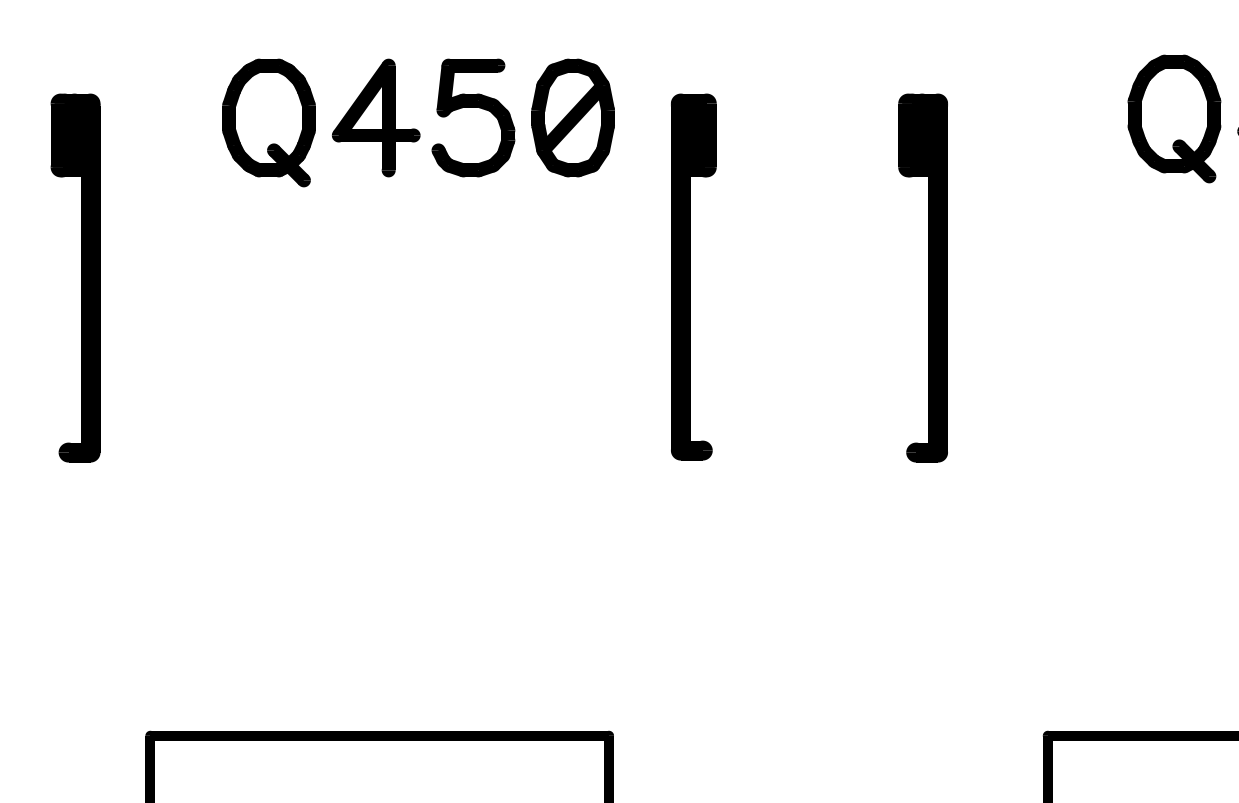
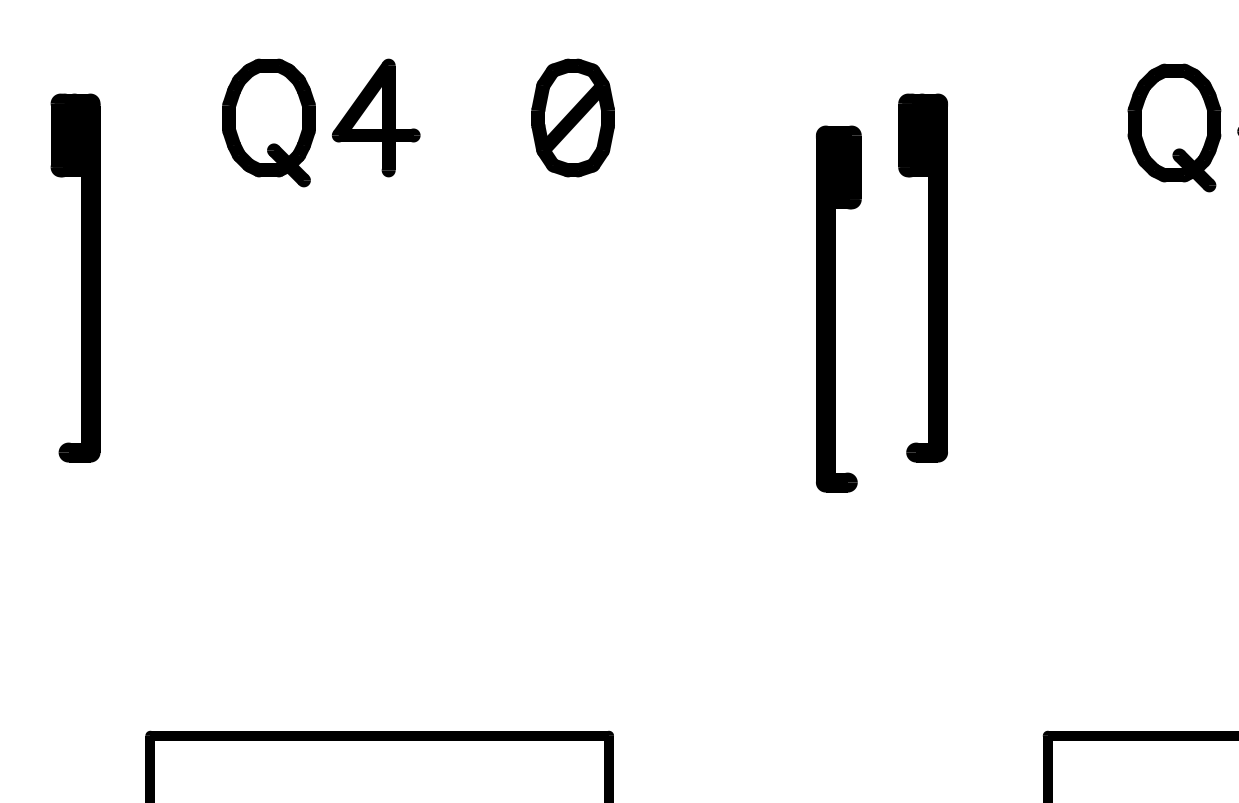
part at (473, 107): present -> none
part at (1174, 118) position: (1174, 118) -> (1174, 127)
part at (693, 276) position: (693, 276) -> (838, 308)
